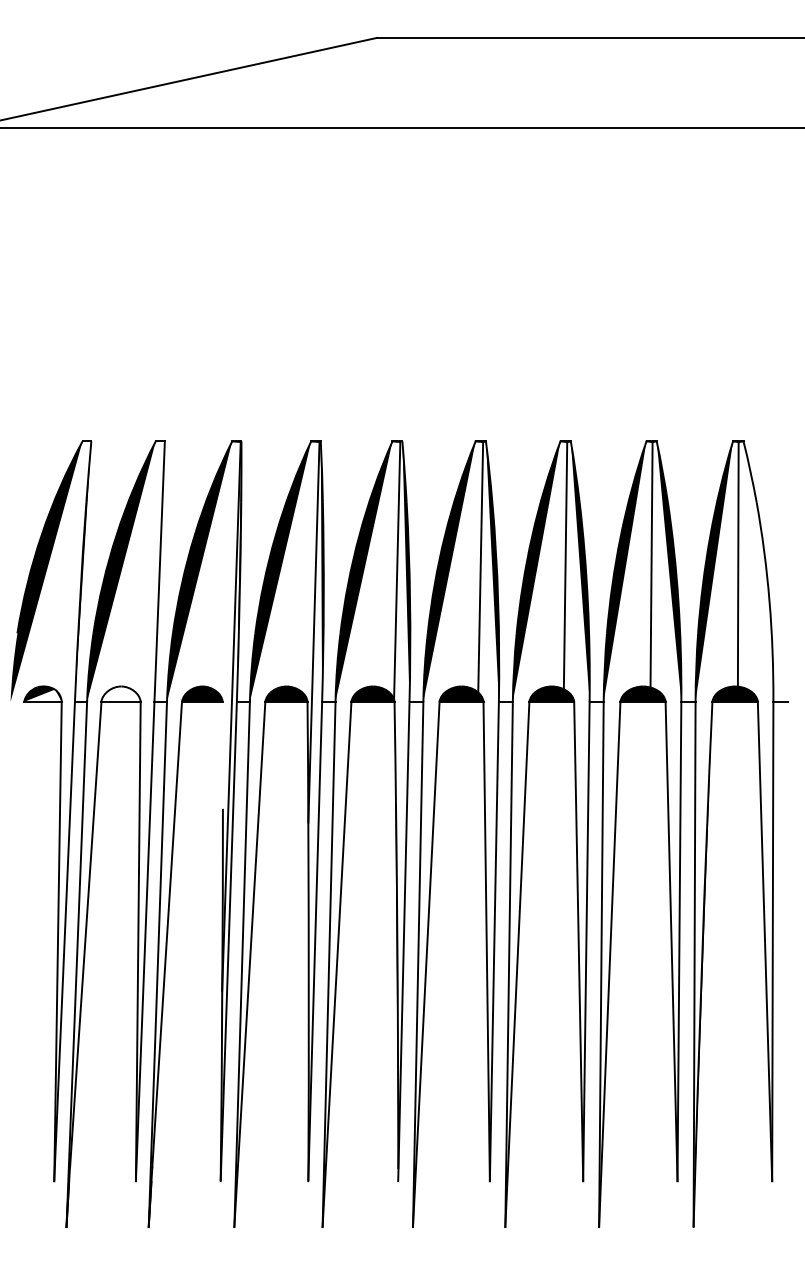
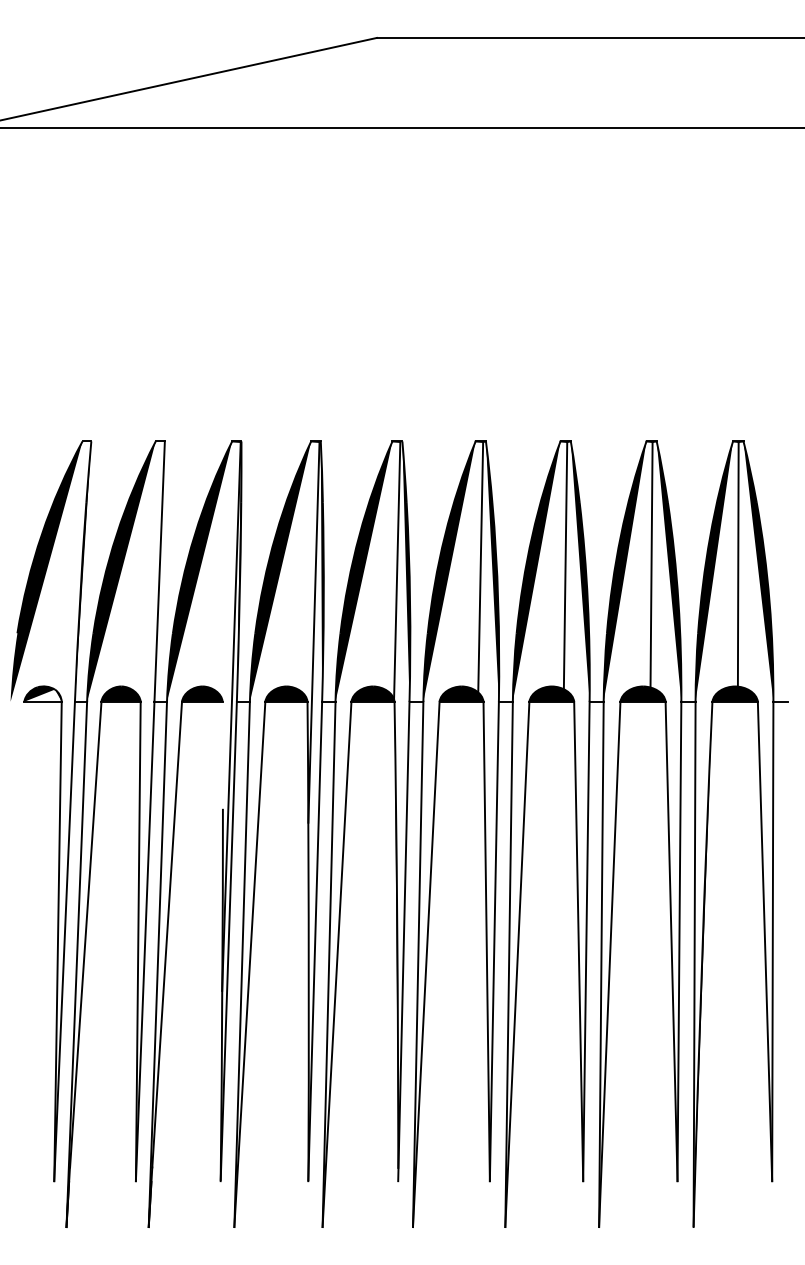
fill at (758, 571): none -> present
fill at (120, 693): none -> present
